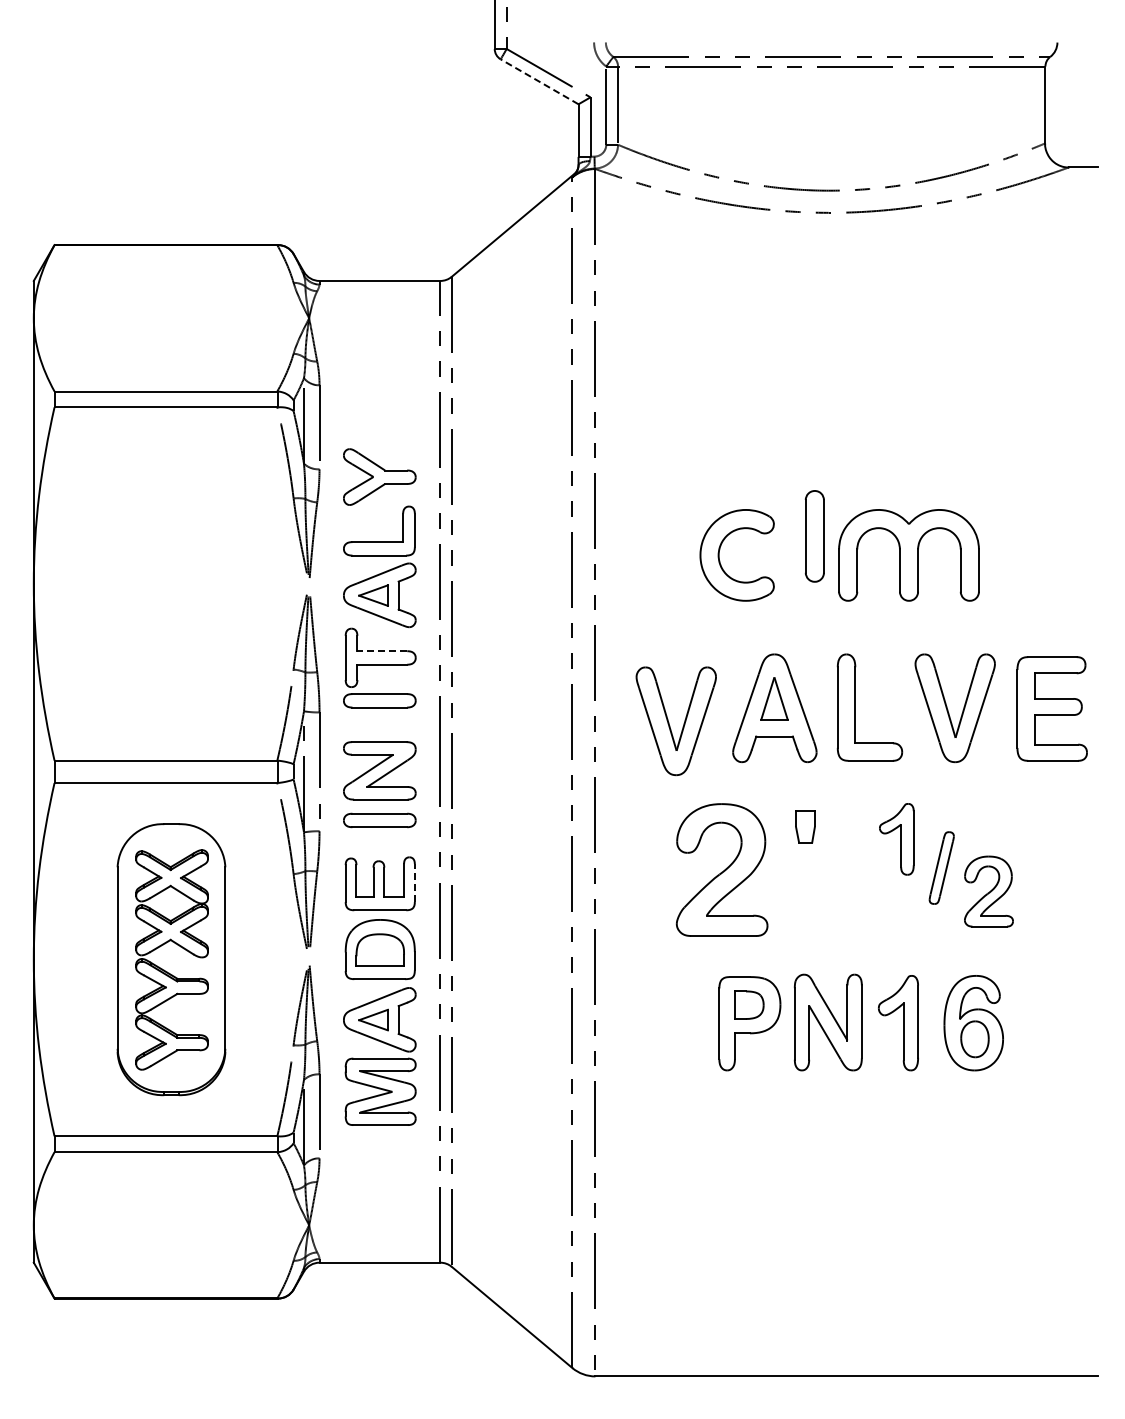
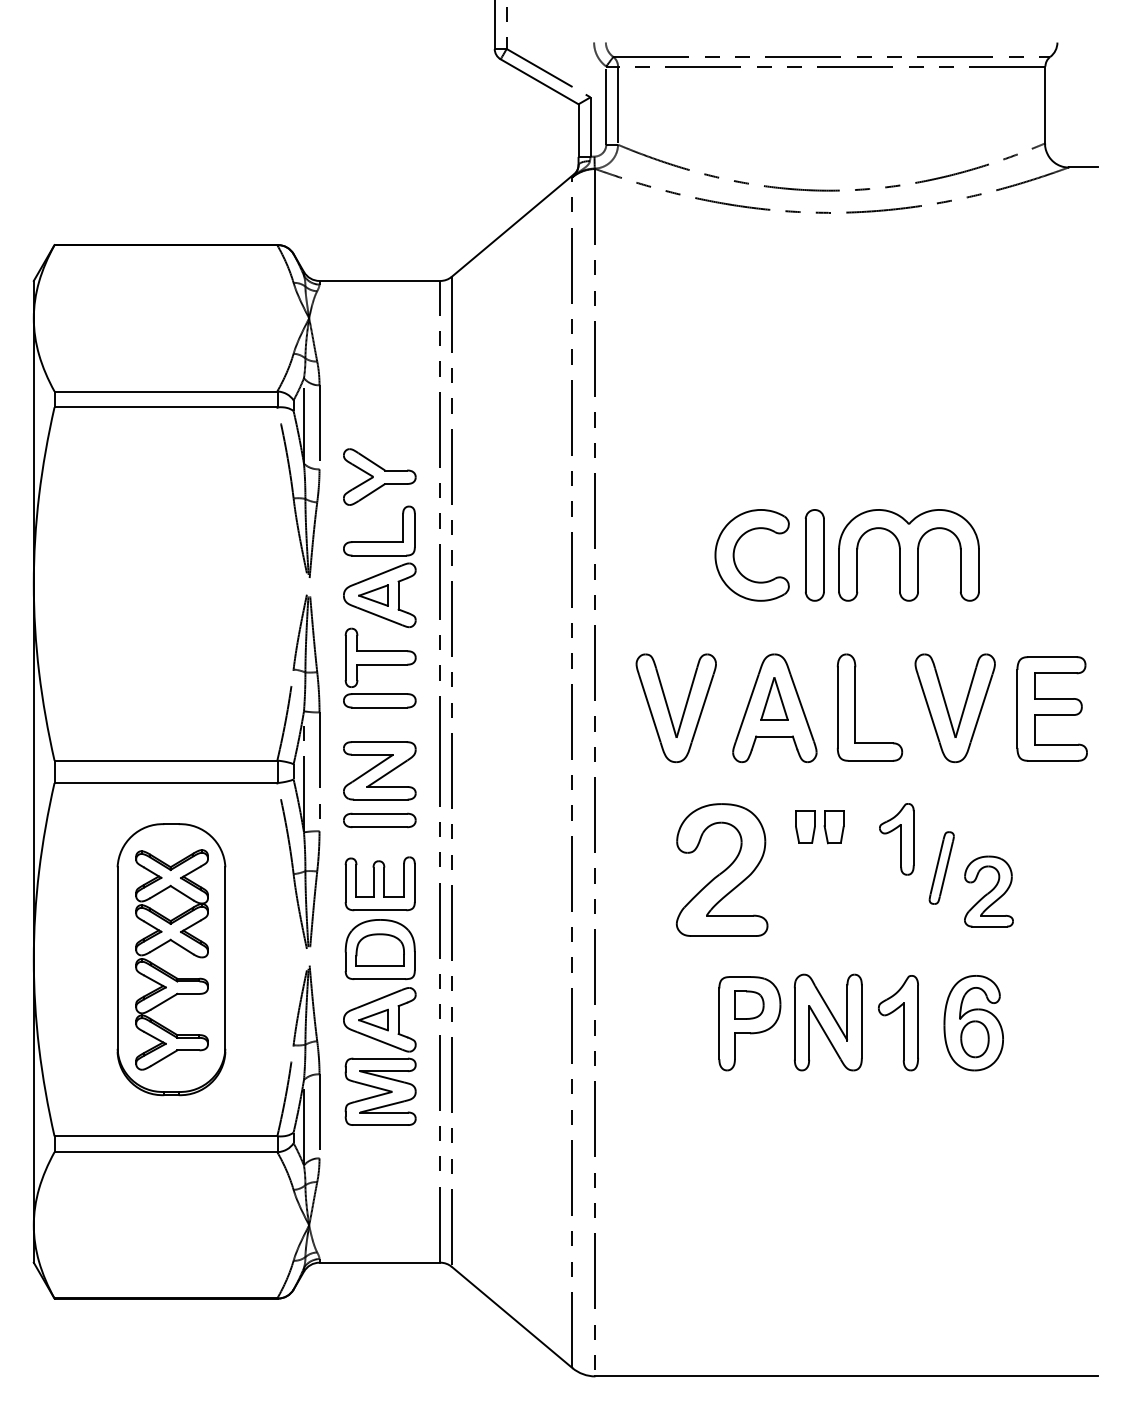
line at (539, 81): dashed -> solid
part at (814, 536) position: (814, 536) -> (814, 555)
part at (720, 560) position: (720, 560) -> (735, 560)
line at (382, 651): dashed -> solid
part at (669, 722) position: (669, 722) -> (669, 709)
part at (833, 827): none -> present
line at (414, 883): dashed -> solid
